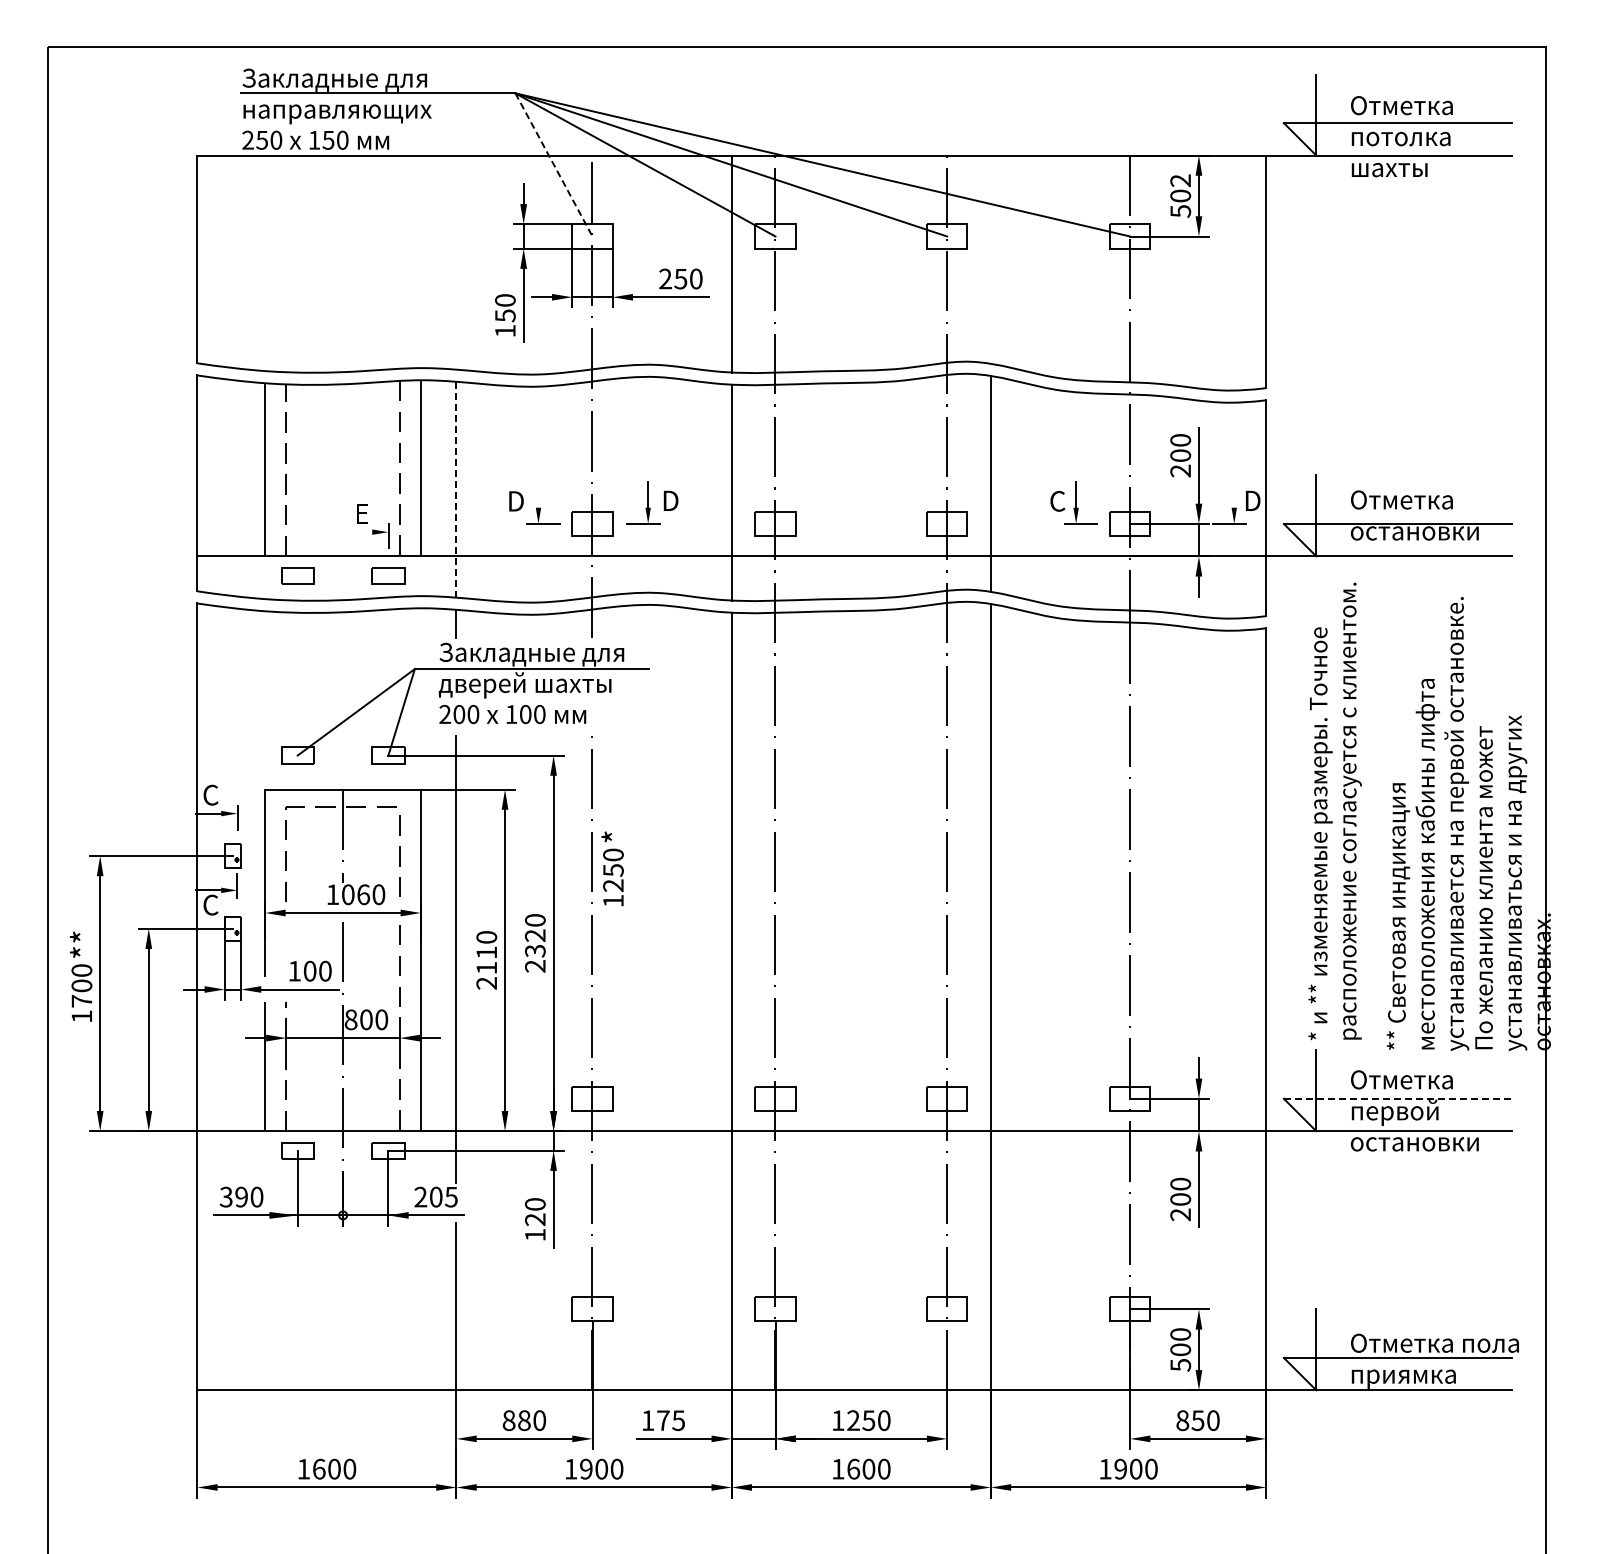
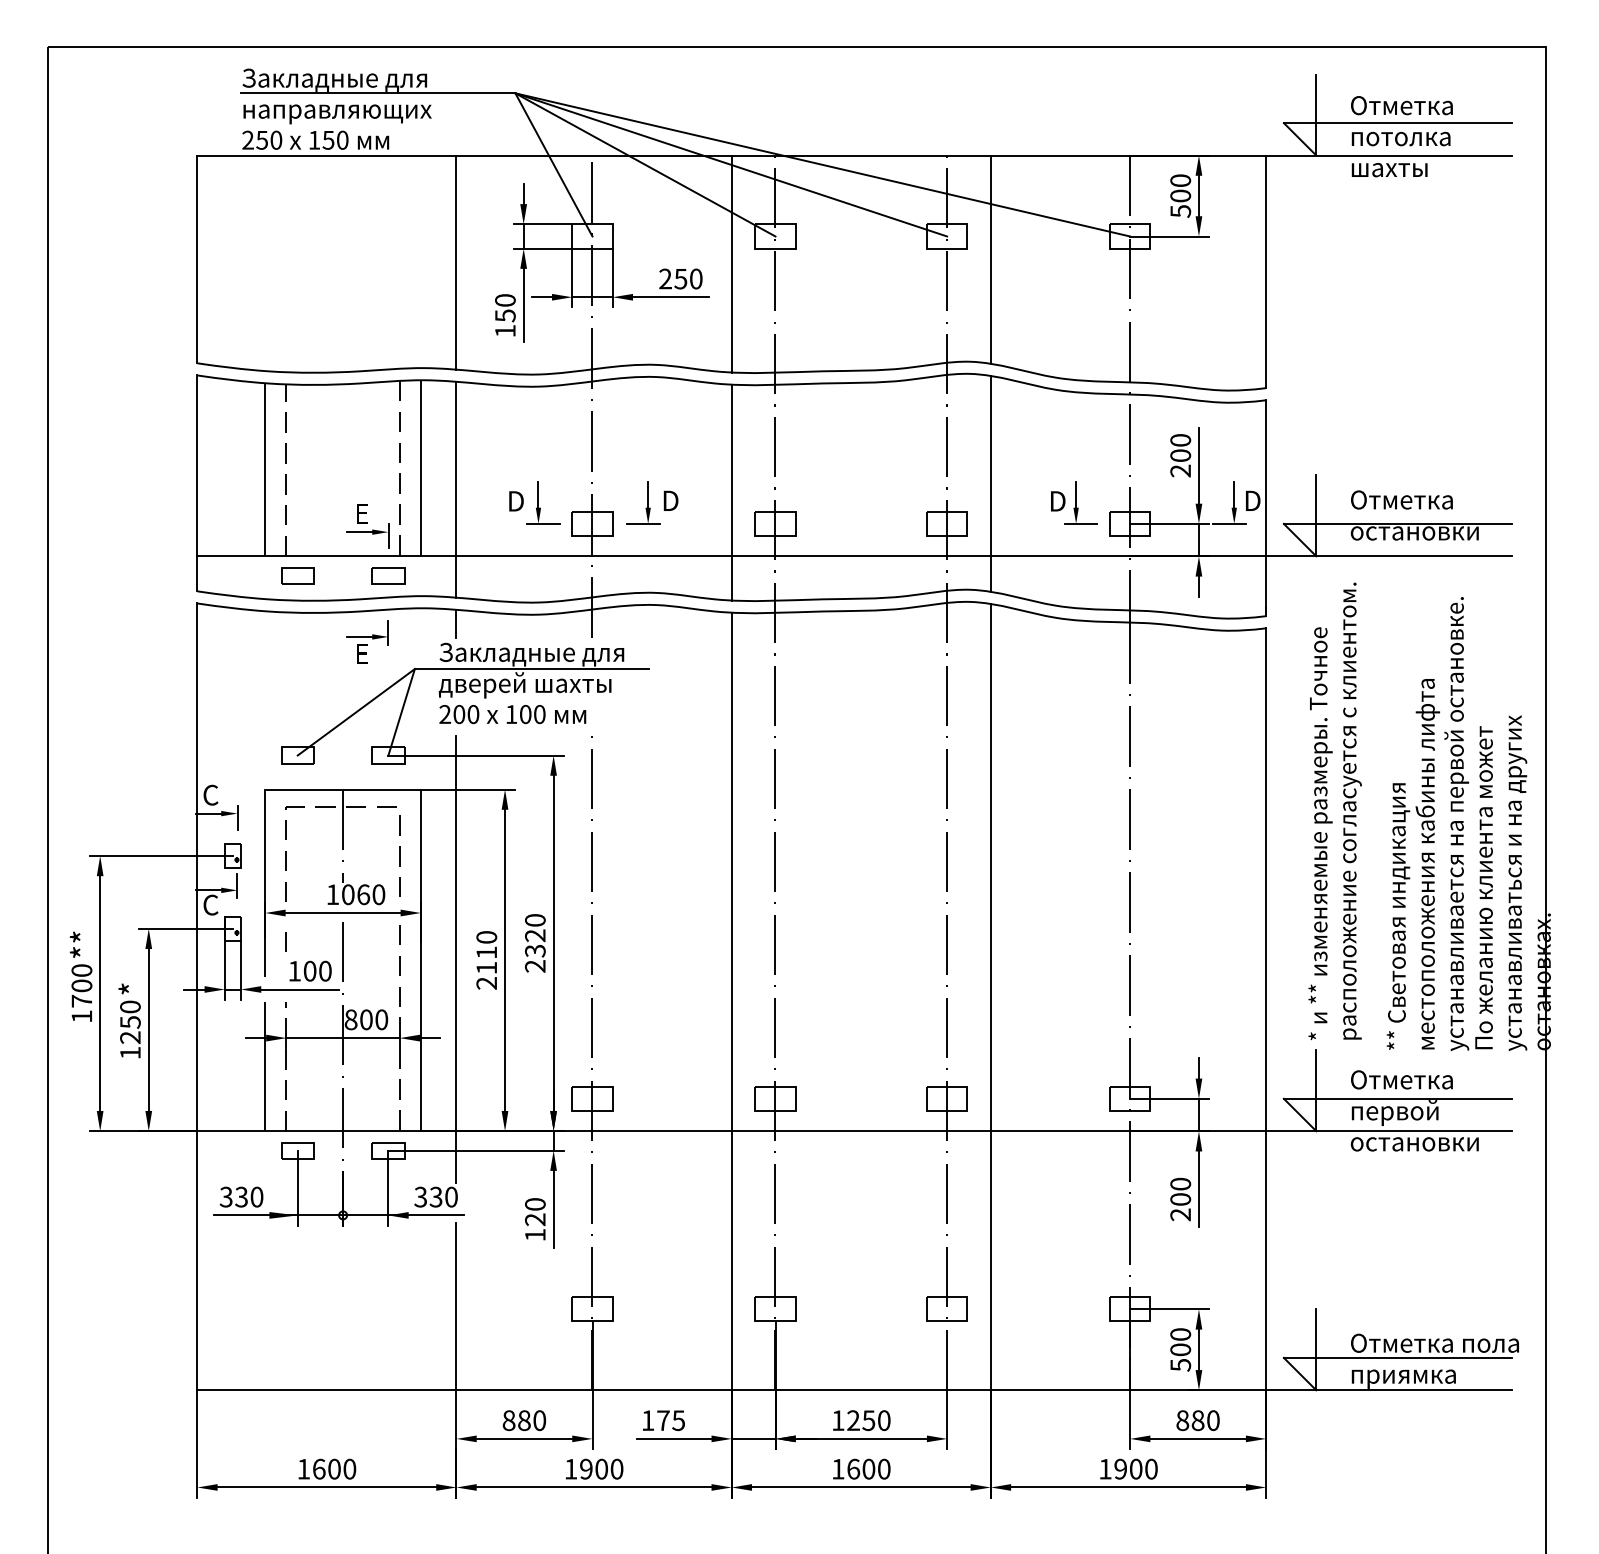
line at (554, 165): dashed -> solid
text at (1180, 180): 502 -> 500
line at (990, 259): none -> present
line at (456, 262): none -> present
line at (456, 489): dashed -> solid
line at (538, 494): none -> present
line at (1234, 494): none -> present
text at (1057, 501): C -> D
line at (359, 532): none -> present
part at (367, 641): none -> present
text at (612, 868) position: (612, 868) -> (129, 1020)
line at (285, 941): none -> present
line at (1398, 1098): dashed -> solid
text at (435, 1196): 205 -> 330
text at (241, 1197): 390 -> 330
text at (1197, 1420): 850 -> 880
